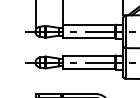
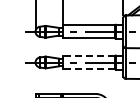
line at (88, 55): solid -> dashed
line at (88, 69): solid -> dashed
